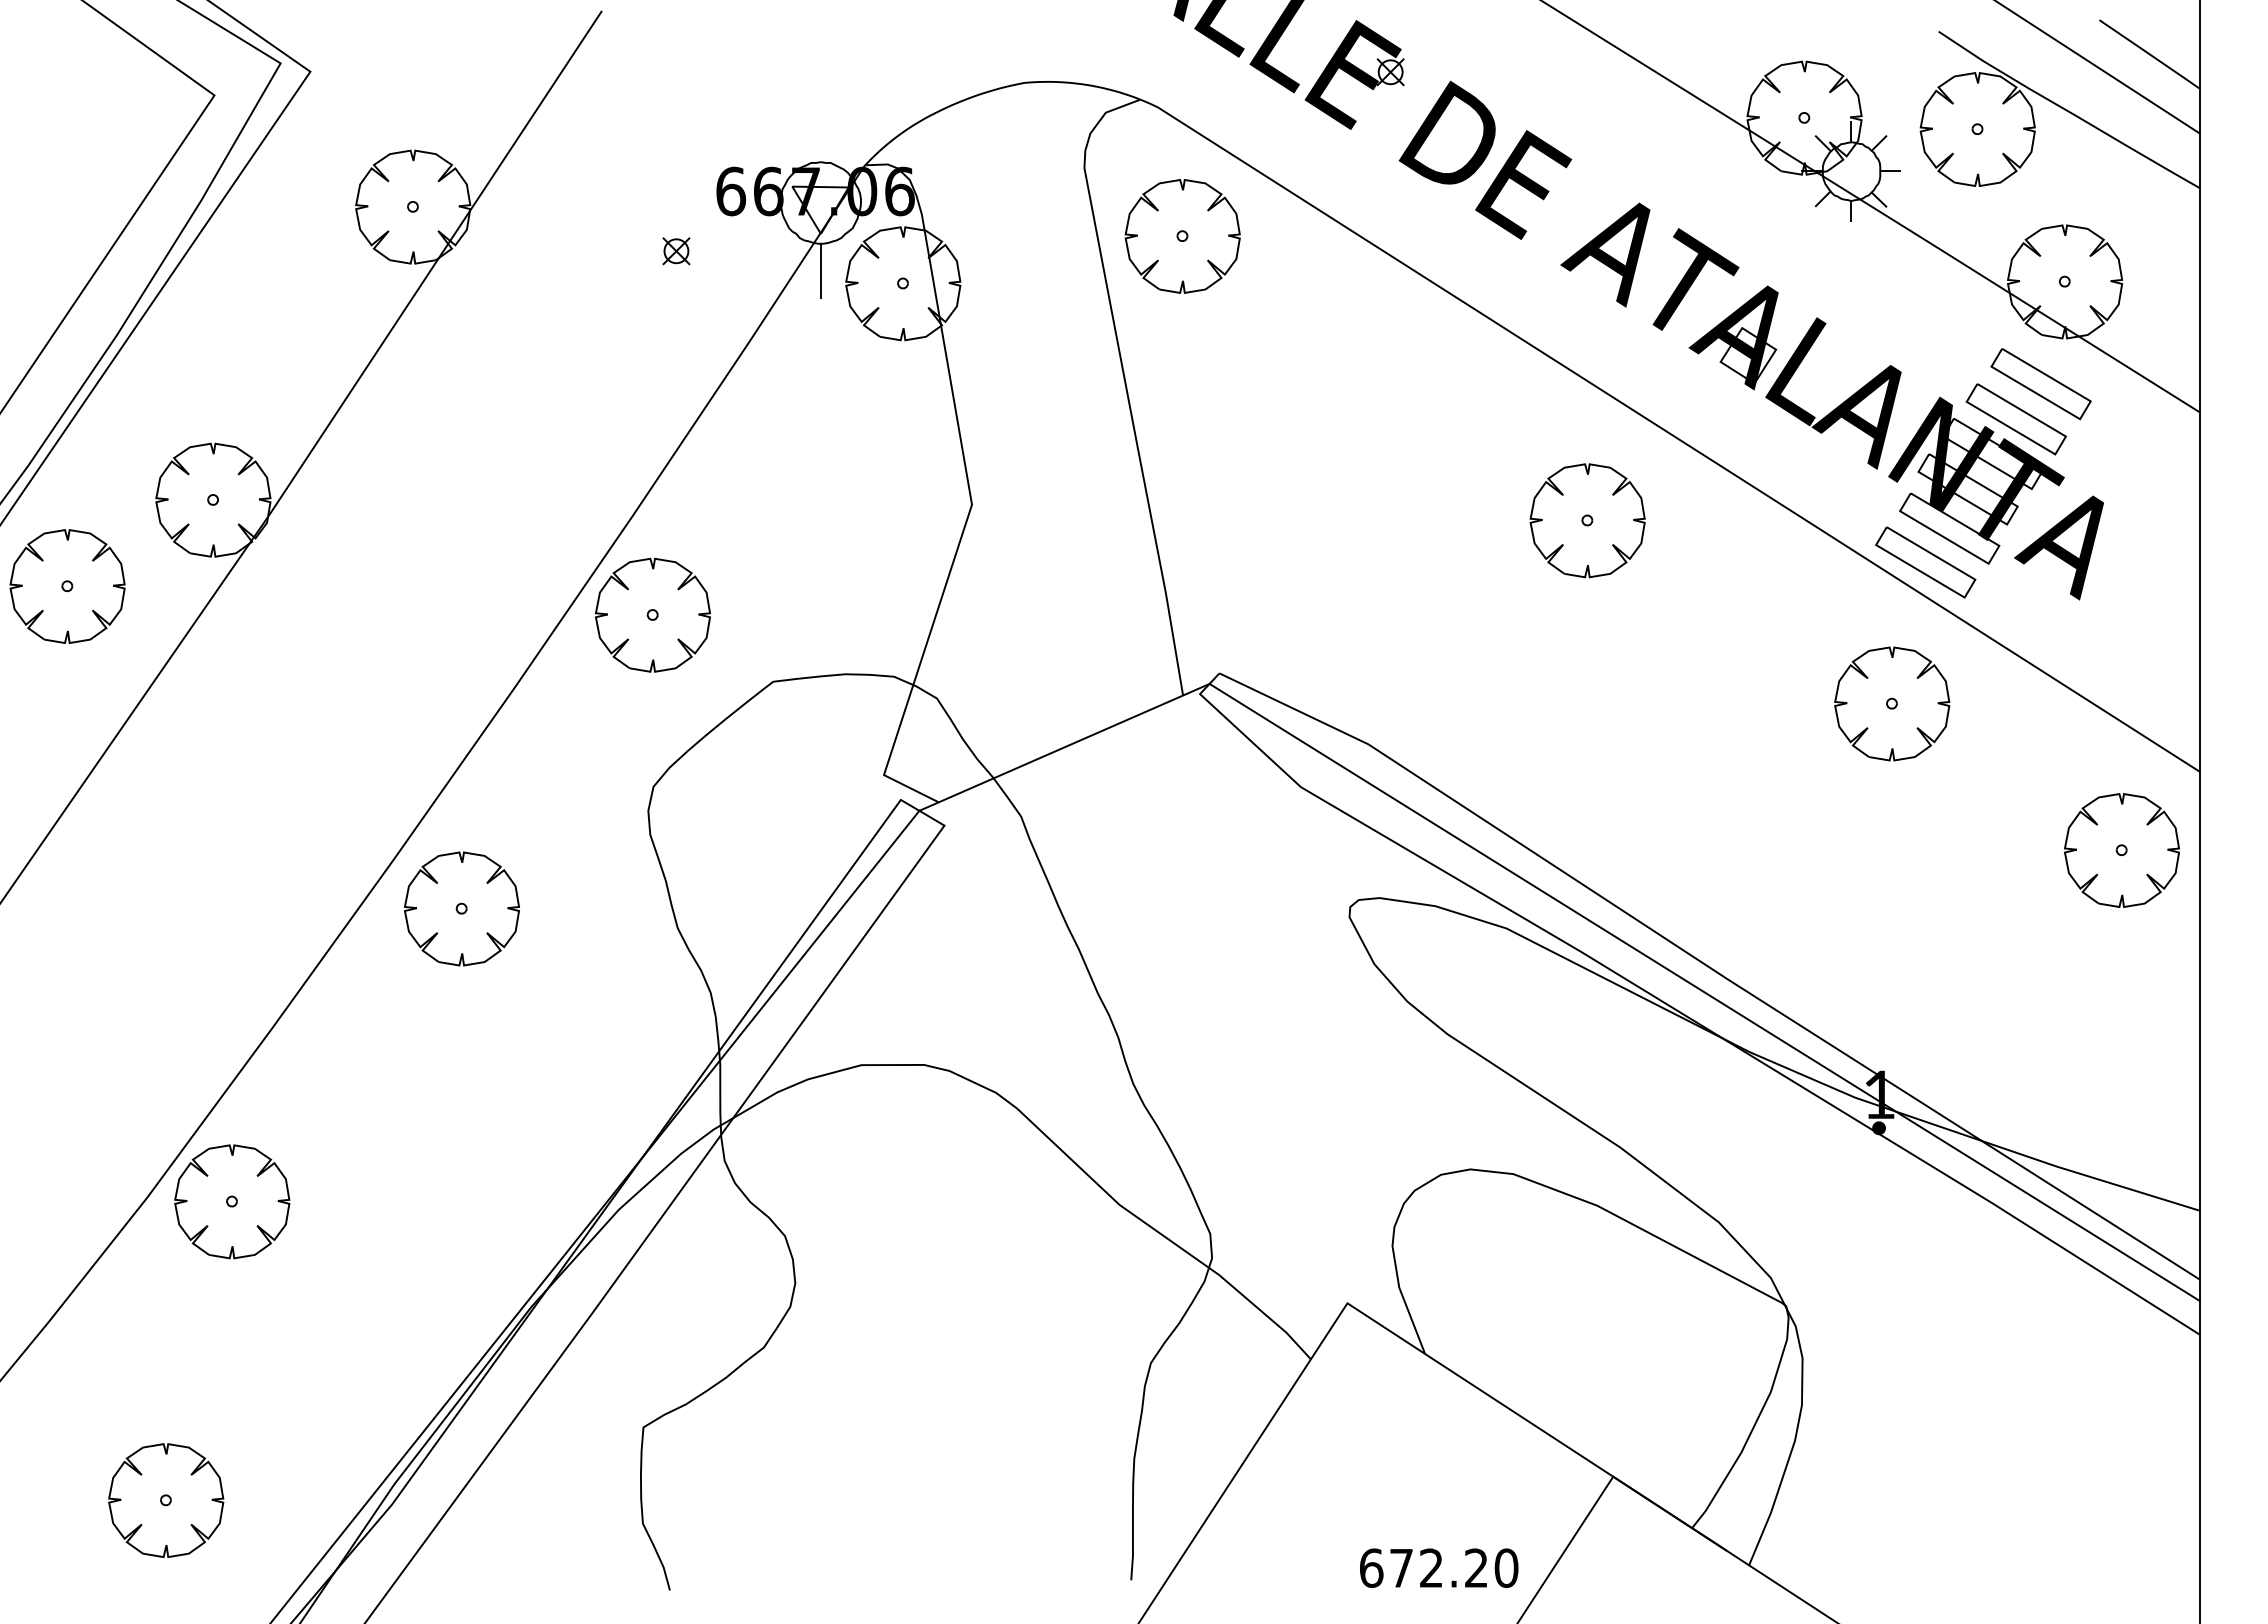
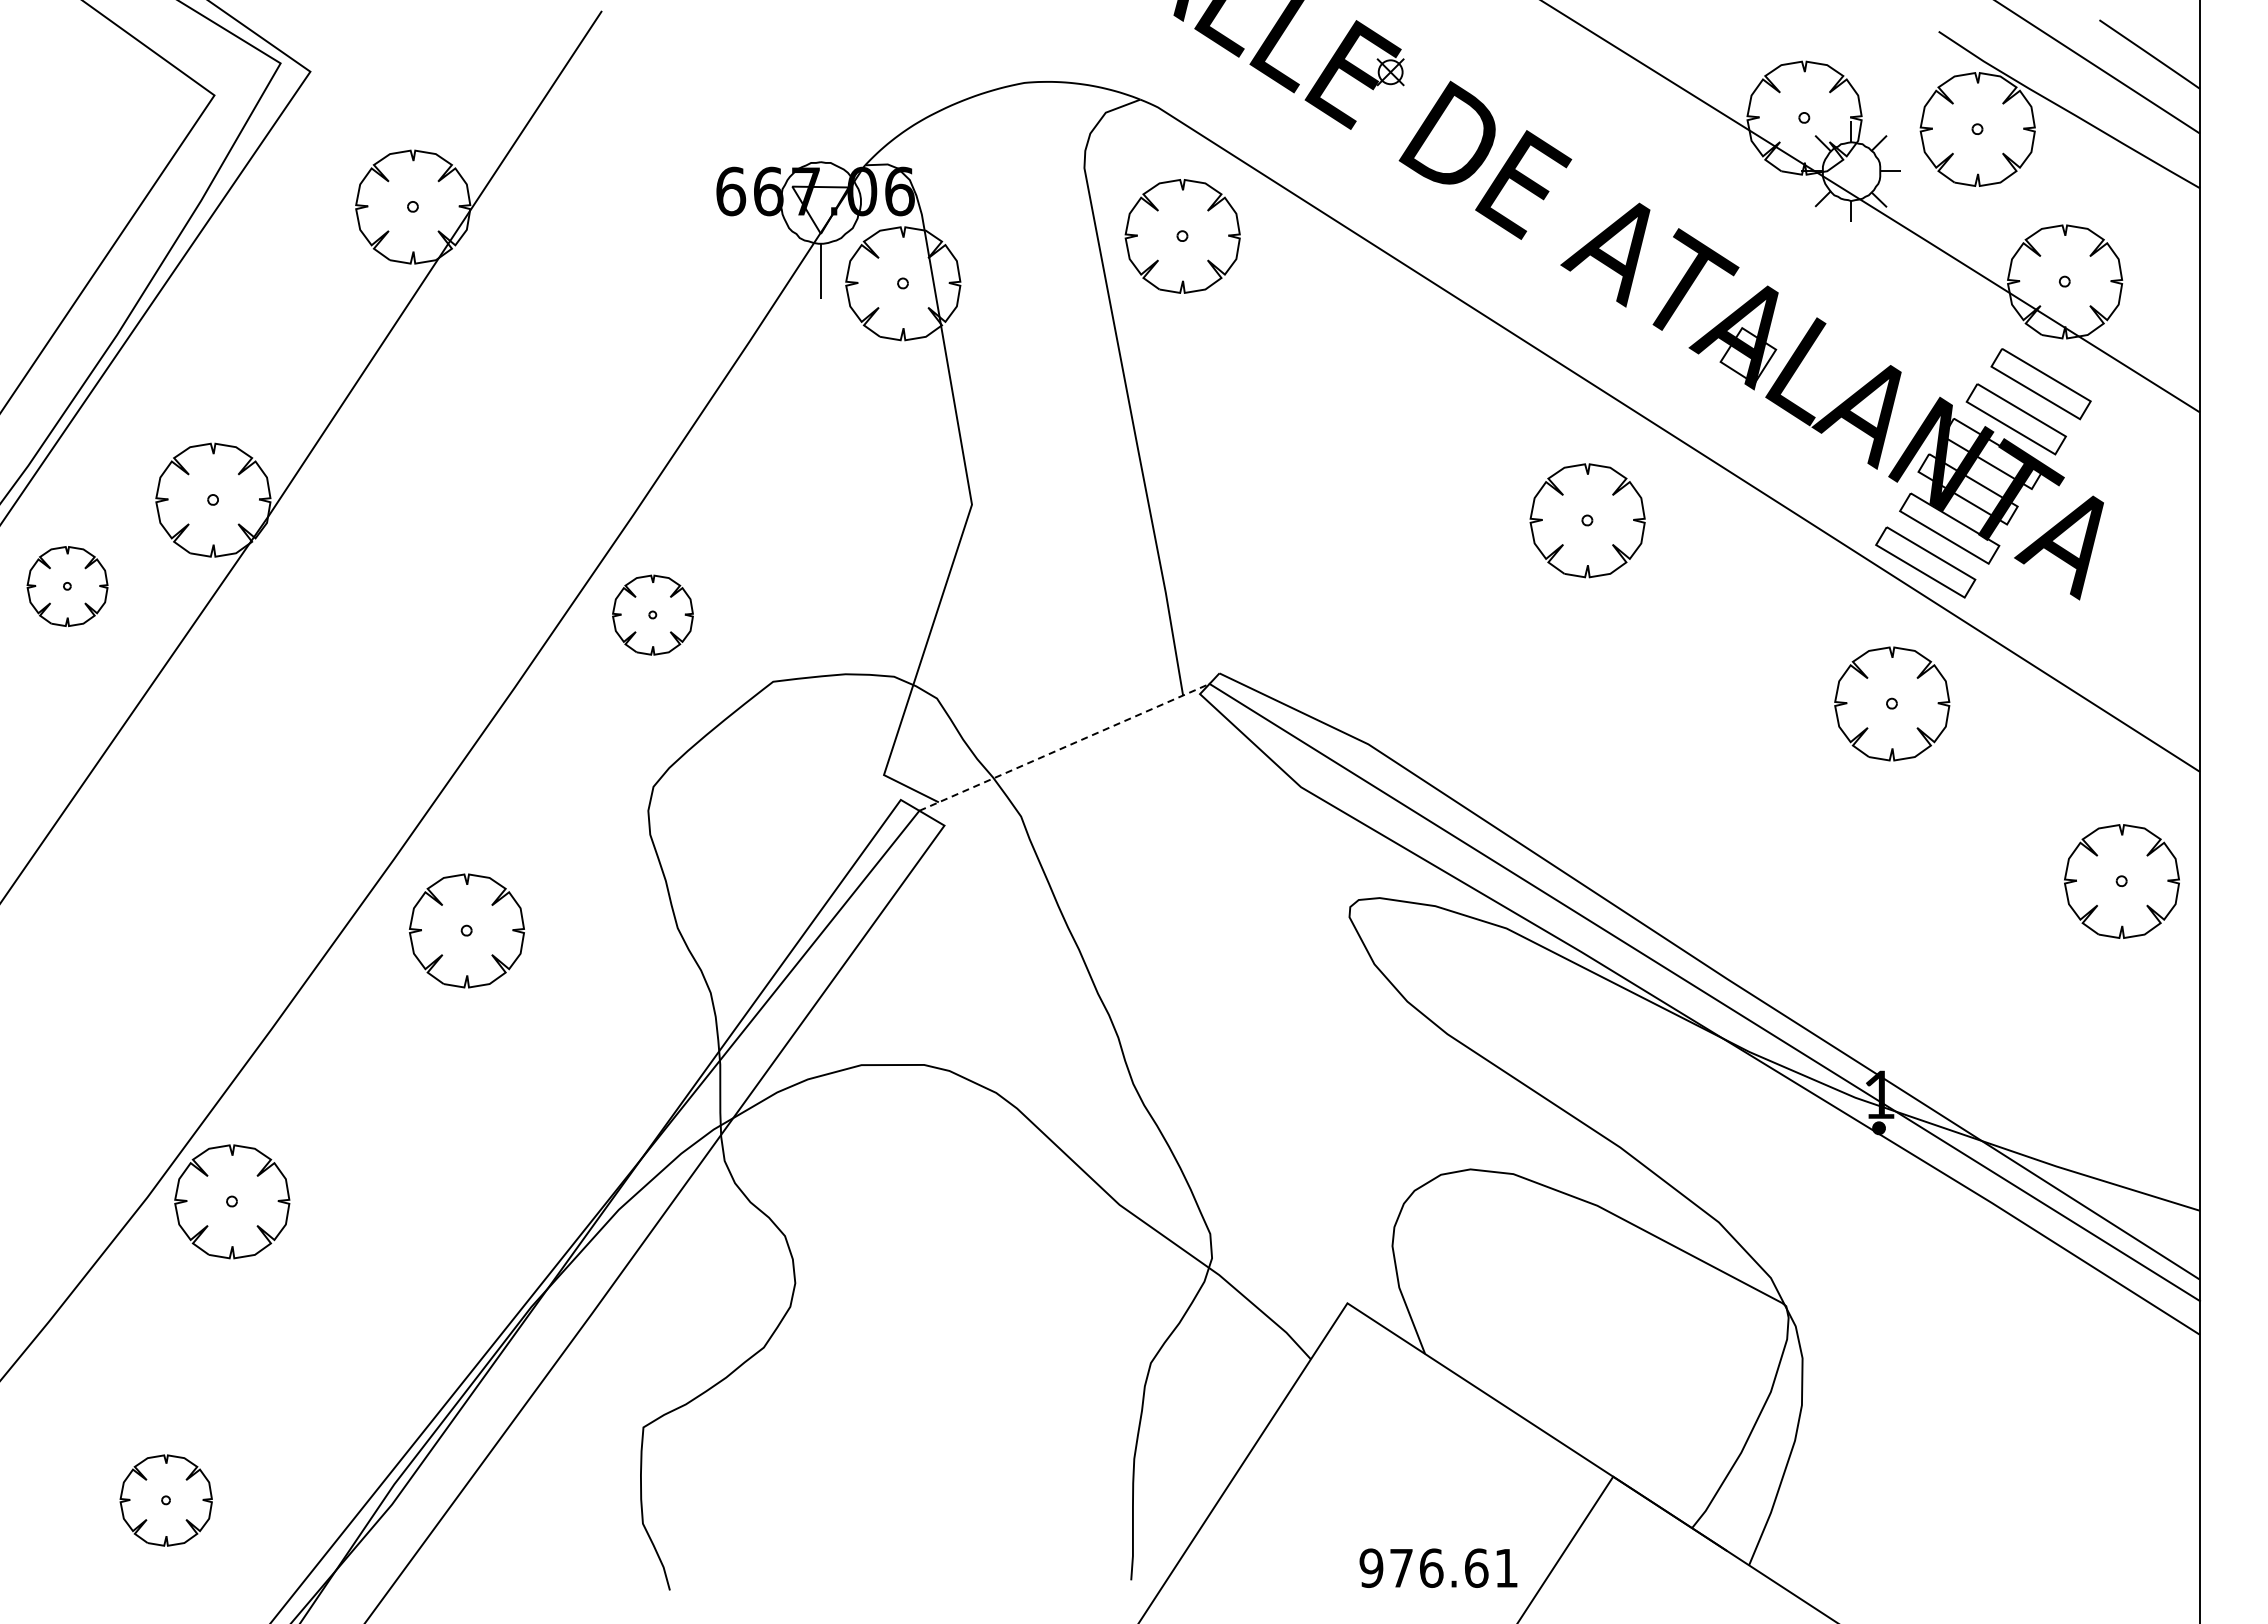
part at (676, 251): present -> none
part at (67, 586) size: 117x115 px -> 83x81 px
part at (652, 614) size: 116x116 px -> 82x82 px
line at (1064, 747): solid -> dashed
part at (2121, 850) position: (2121, 850) -> (2121, 881)
part at (461, 908) position: (461, 908) -> (466, 930)
part at (166, 1500) size: 117x115 px -> 94x93 px
text at (1438, 1567): 672.20 -> 976.61
